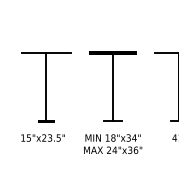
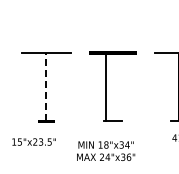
line at (46, 86): solid -> dashed
line at (113, 87) position: (113, 87) -> (106, 87)
text at (42, 137) position: (42, 137) -> (33, 141)
text at (113, 143) position: (113, 143) -> (106, 150)
